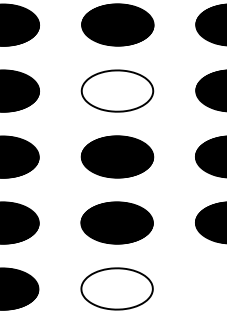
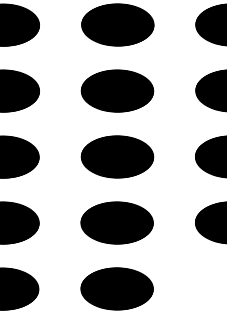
hatch at (117, 90): none -> present
hatch at (116, 288): none -> present
